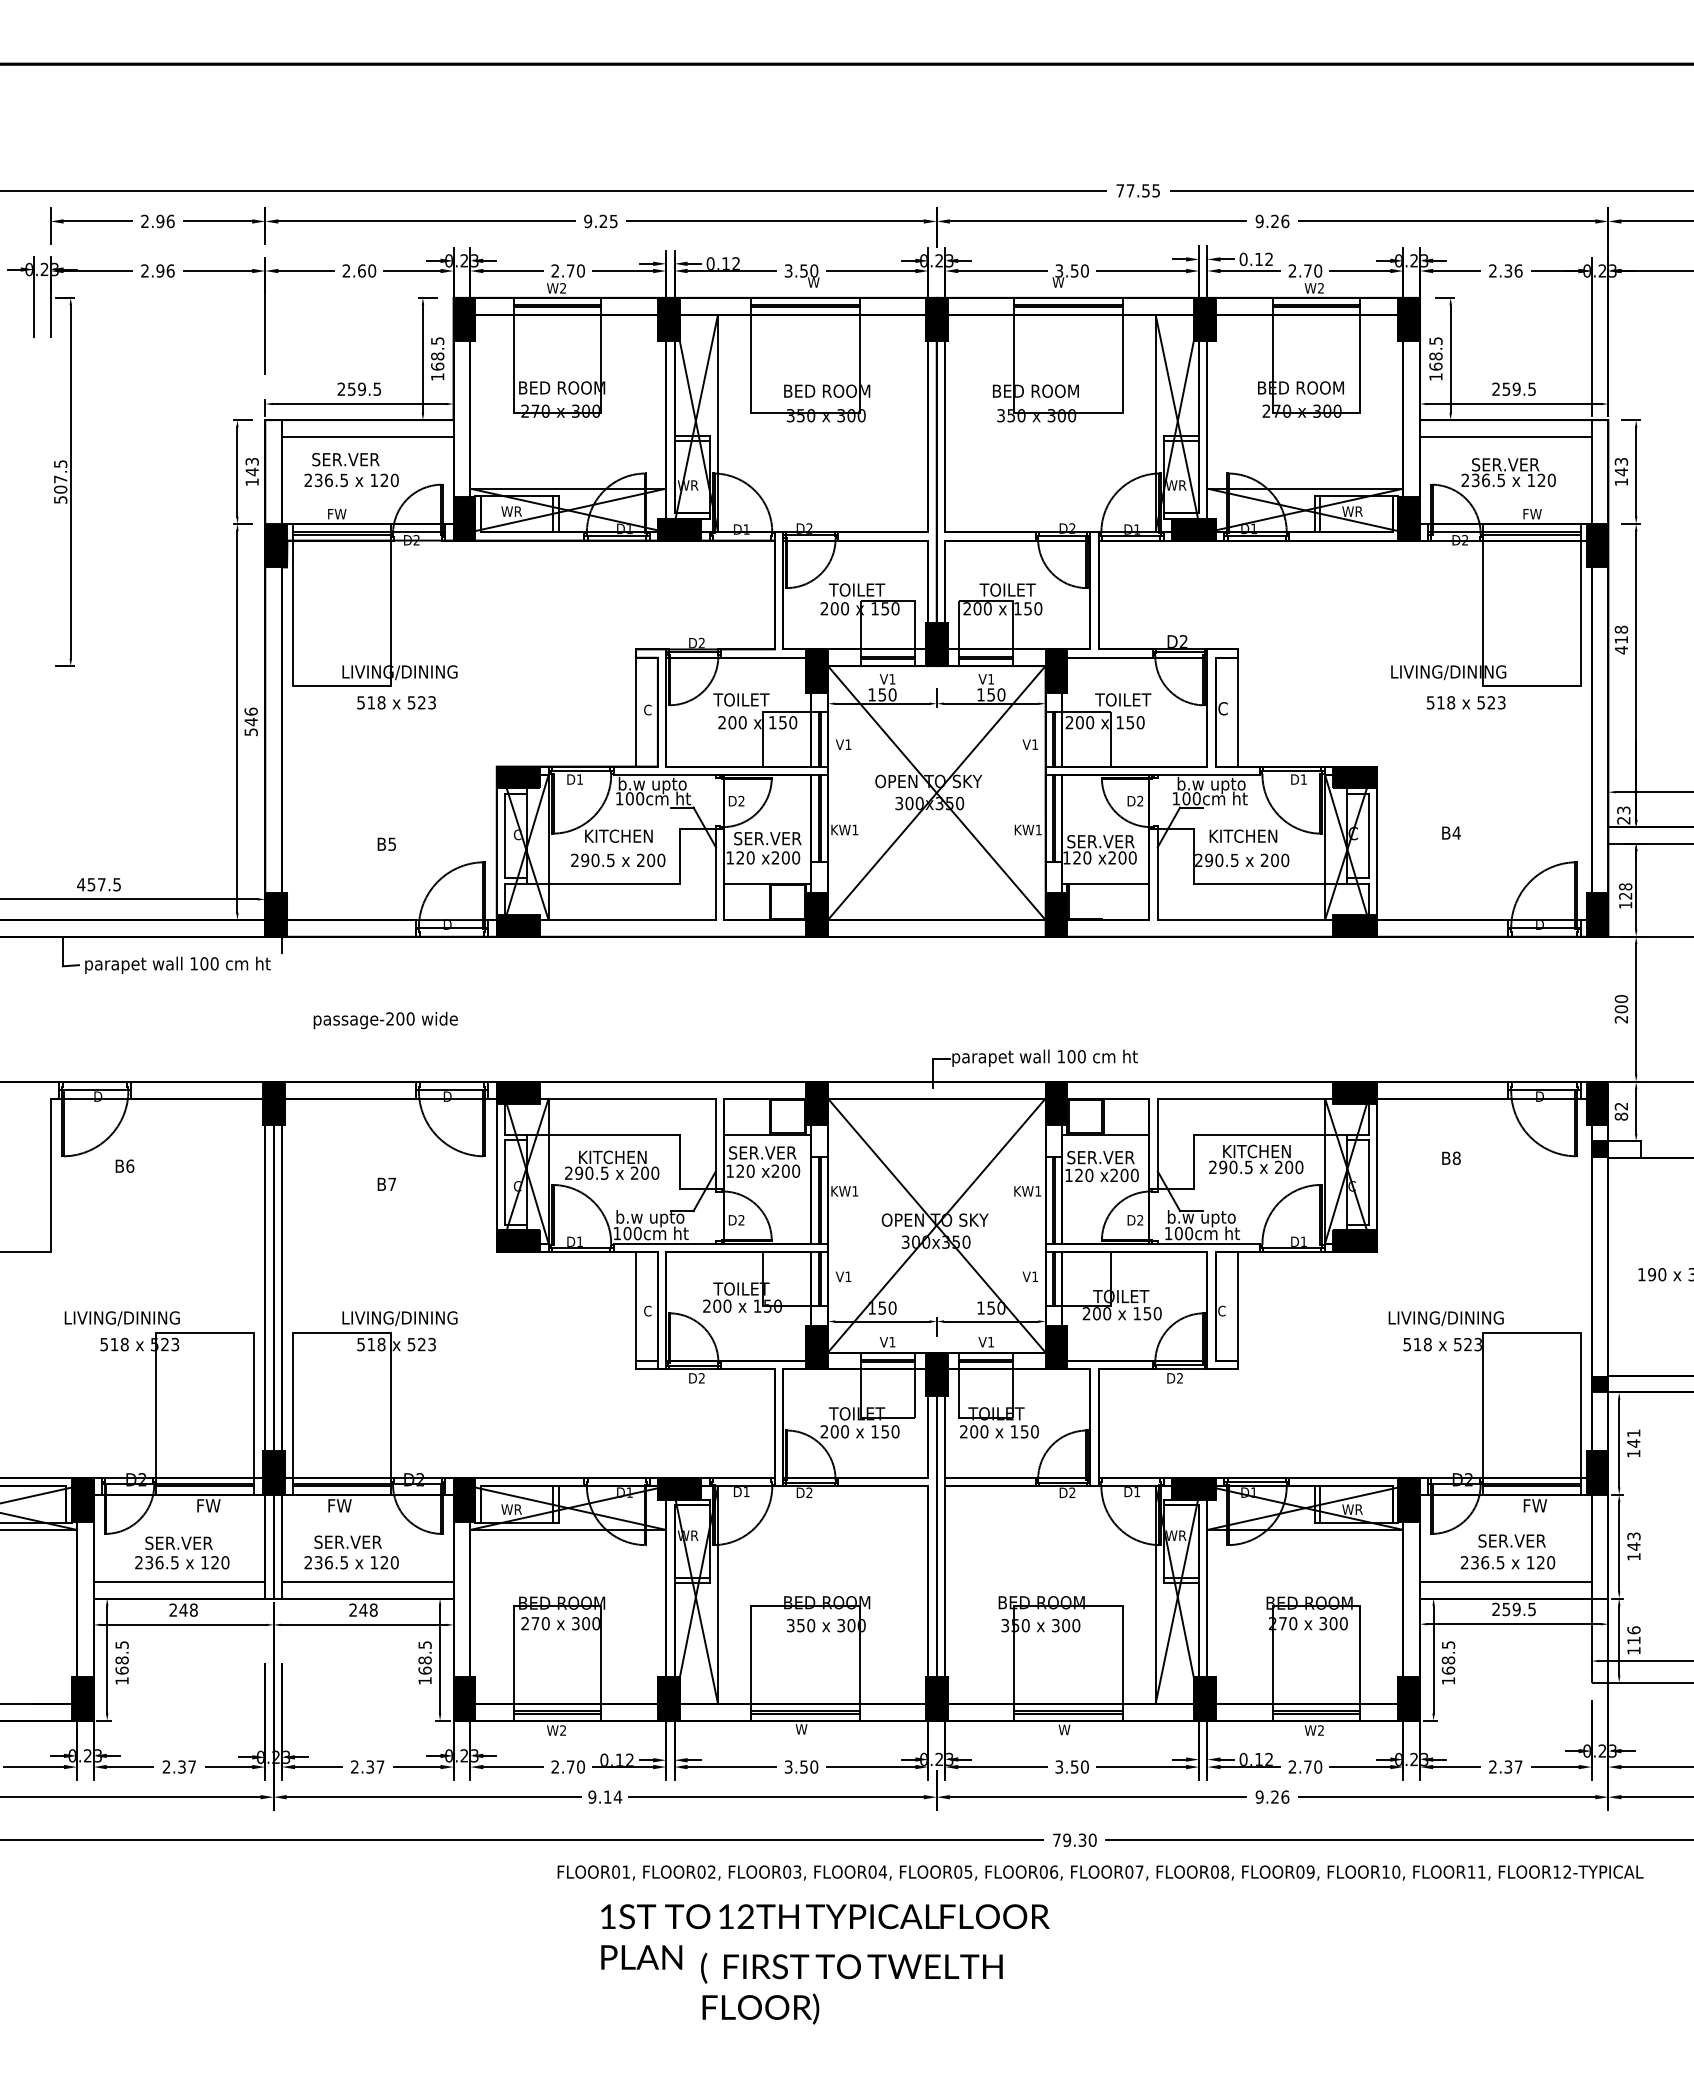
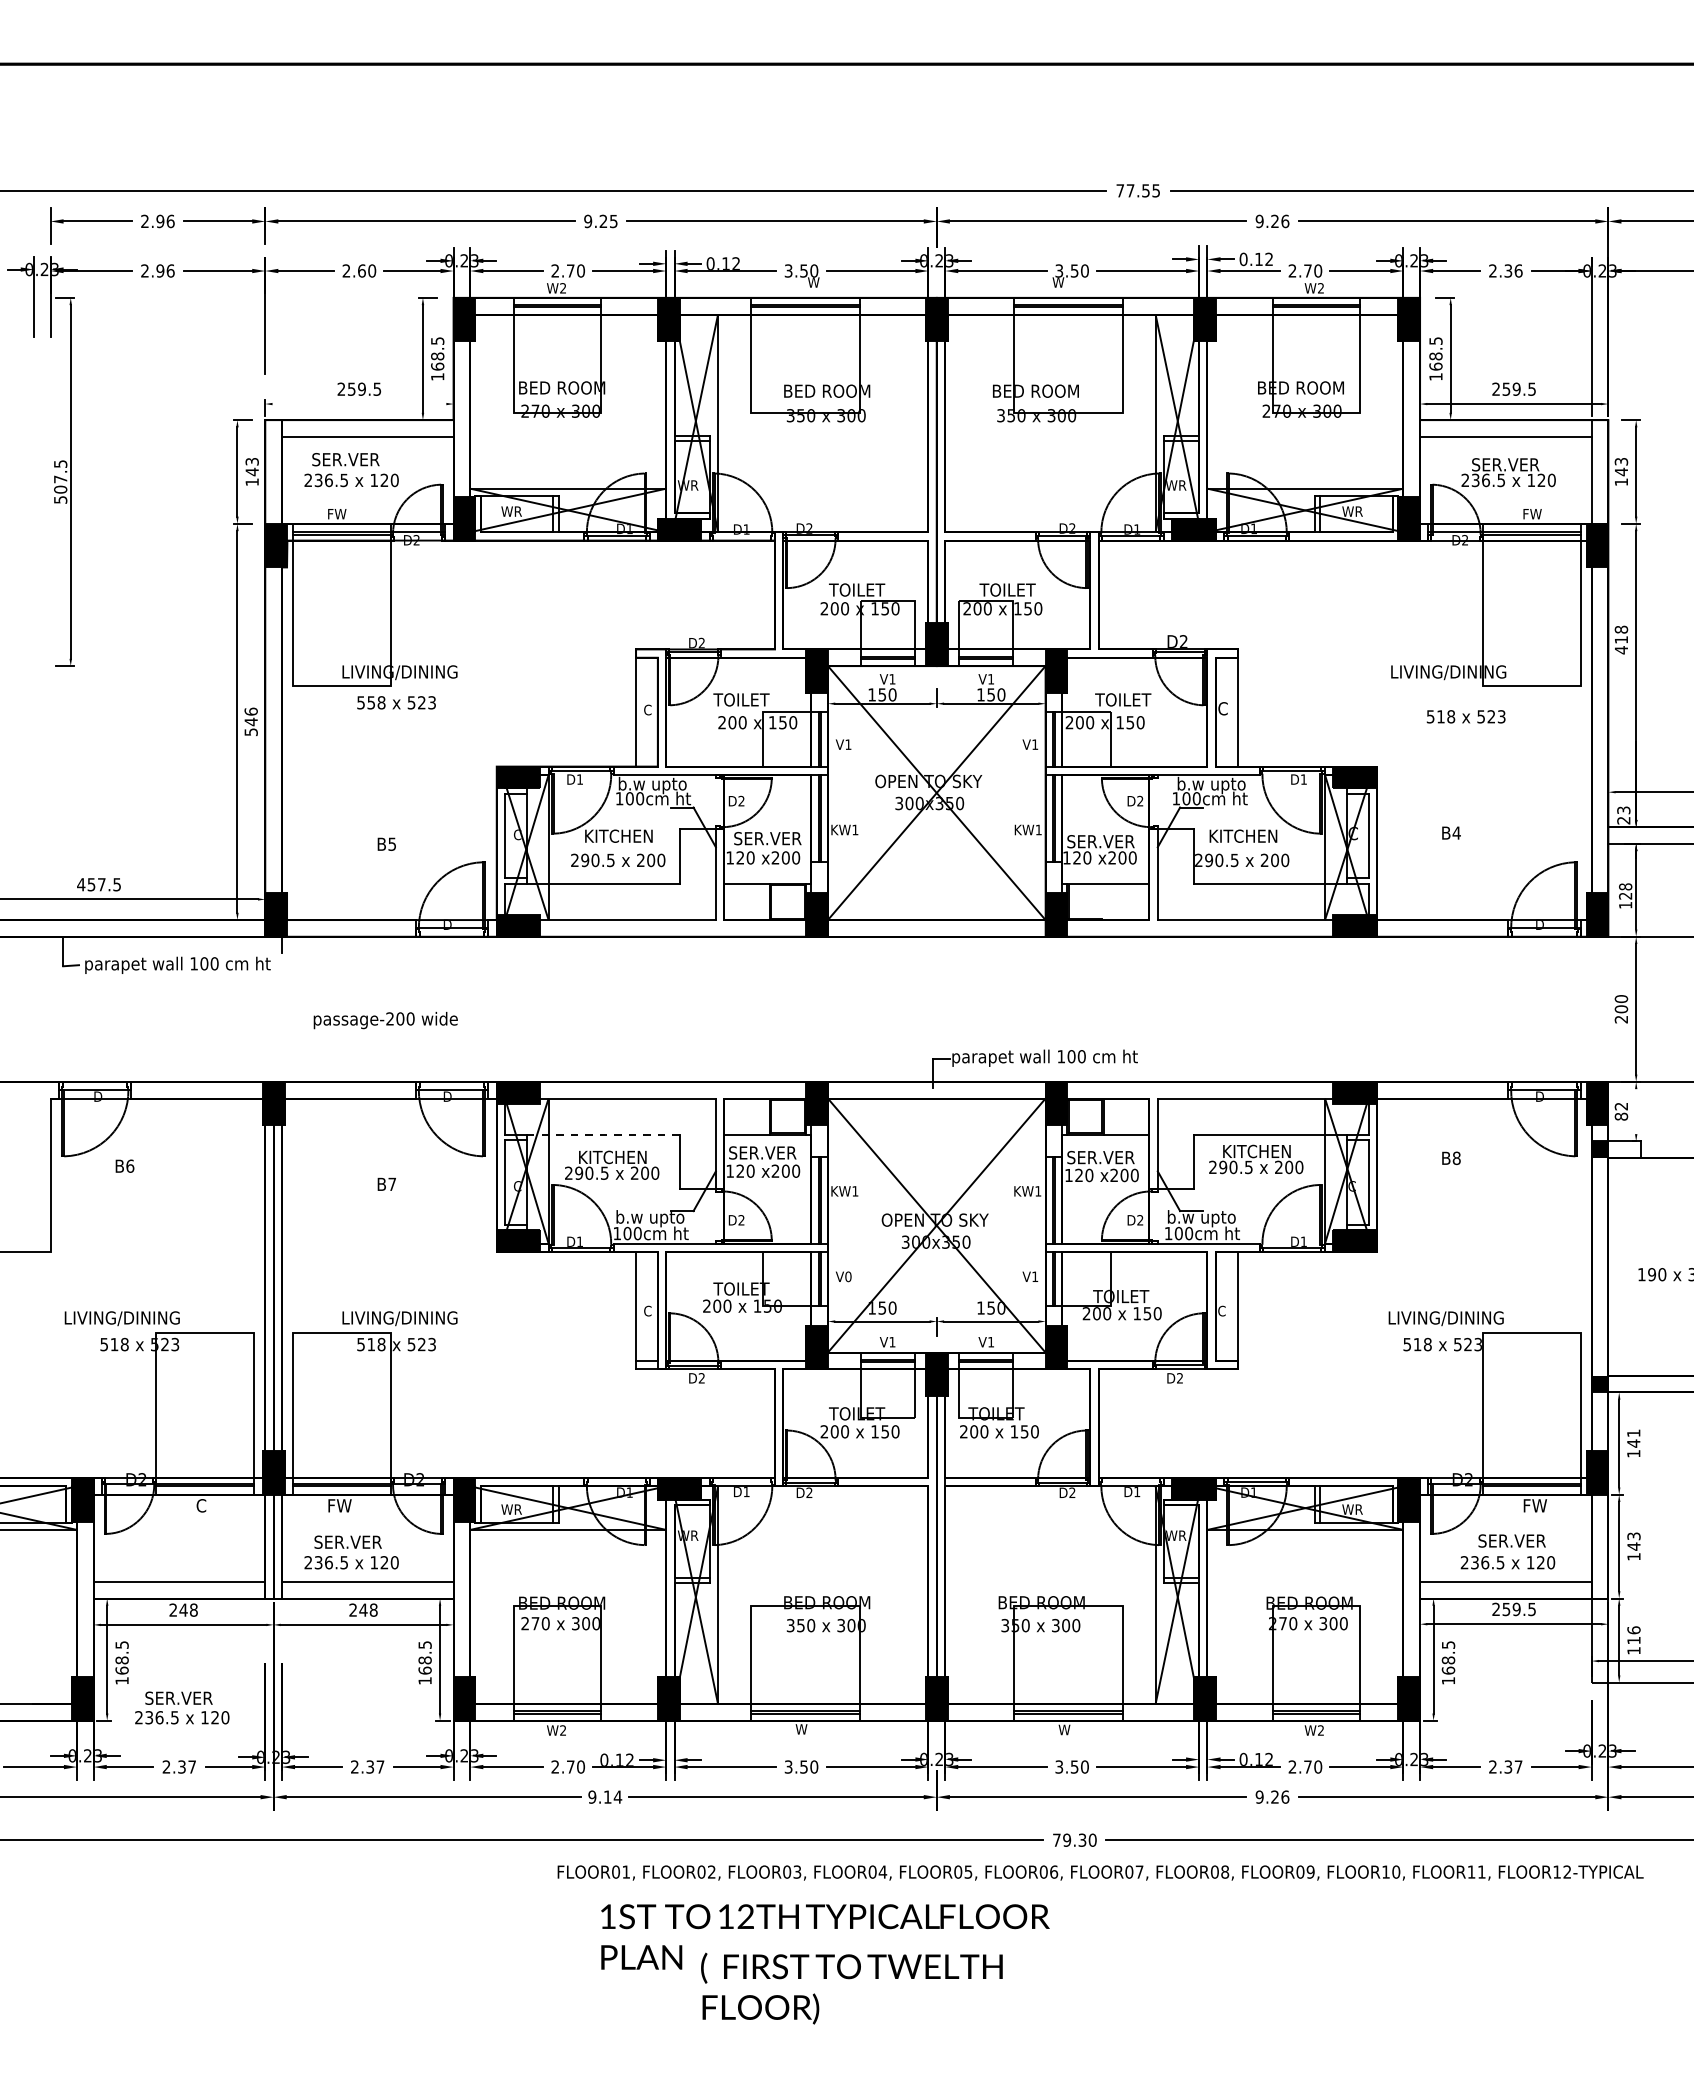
line at (359, 404): present -> none
text at (370, 702): 518 -> 558
text at (1465, 702) position: (1465, 702) -> (1465, 716)
line at (1636, 1111): present -> none
line at (602, 1134): solid -> dashed
text at (848, 1276): V1 -> V0
text at (208, 1505): FW -> C
text at (182, 1552) position: (182, 1552) -> (182, 1707)
